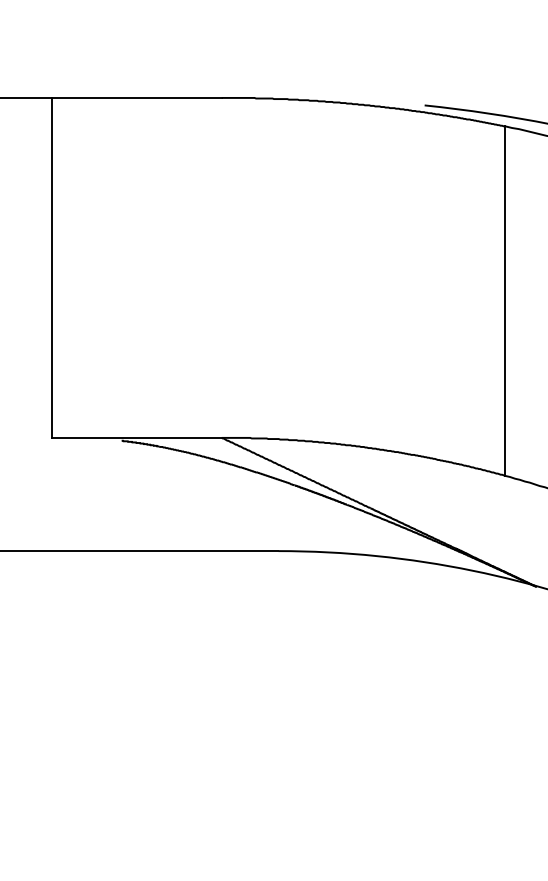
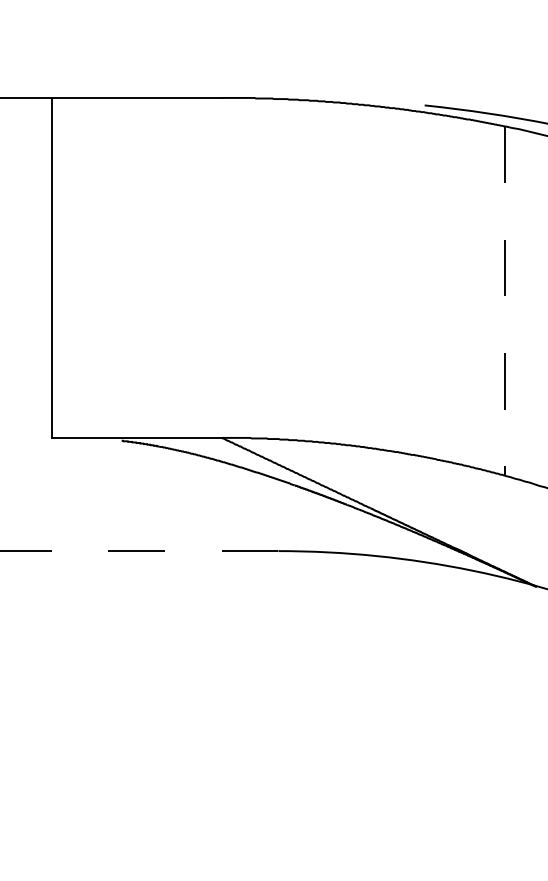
line at (505, 301): solid -> dashed
line at (139, 551): solid -> dashed
